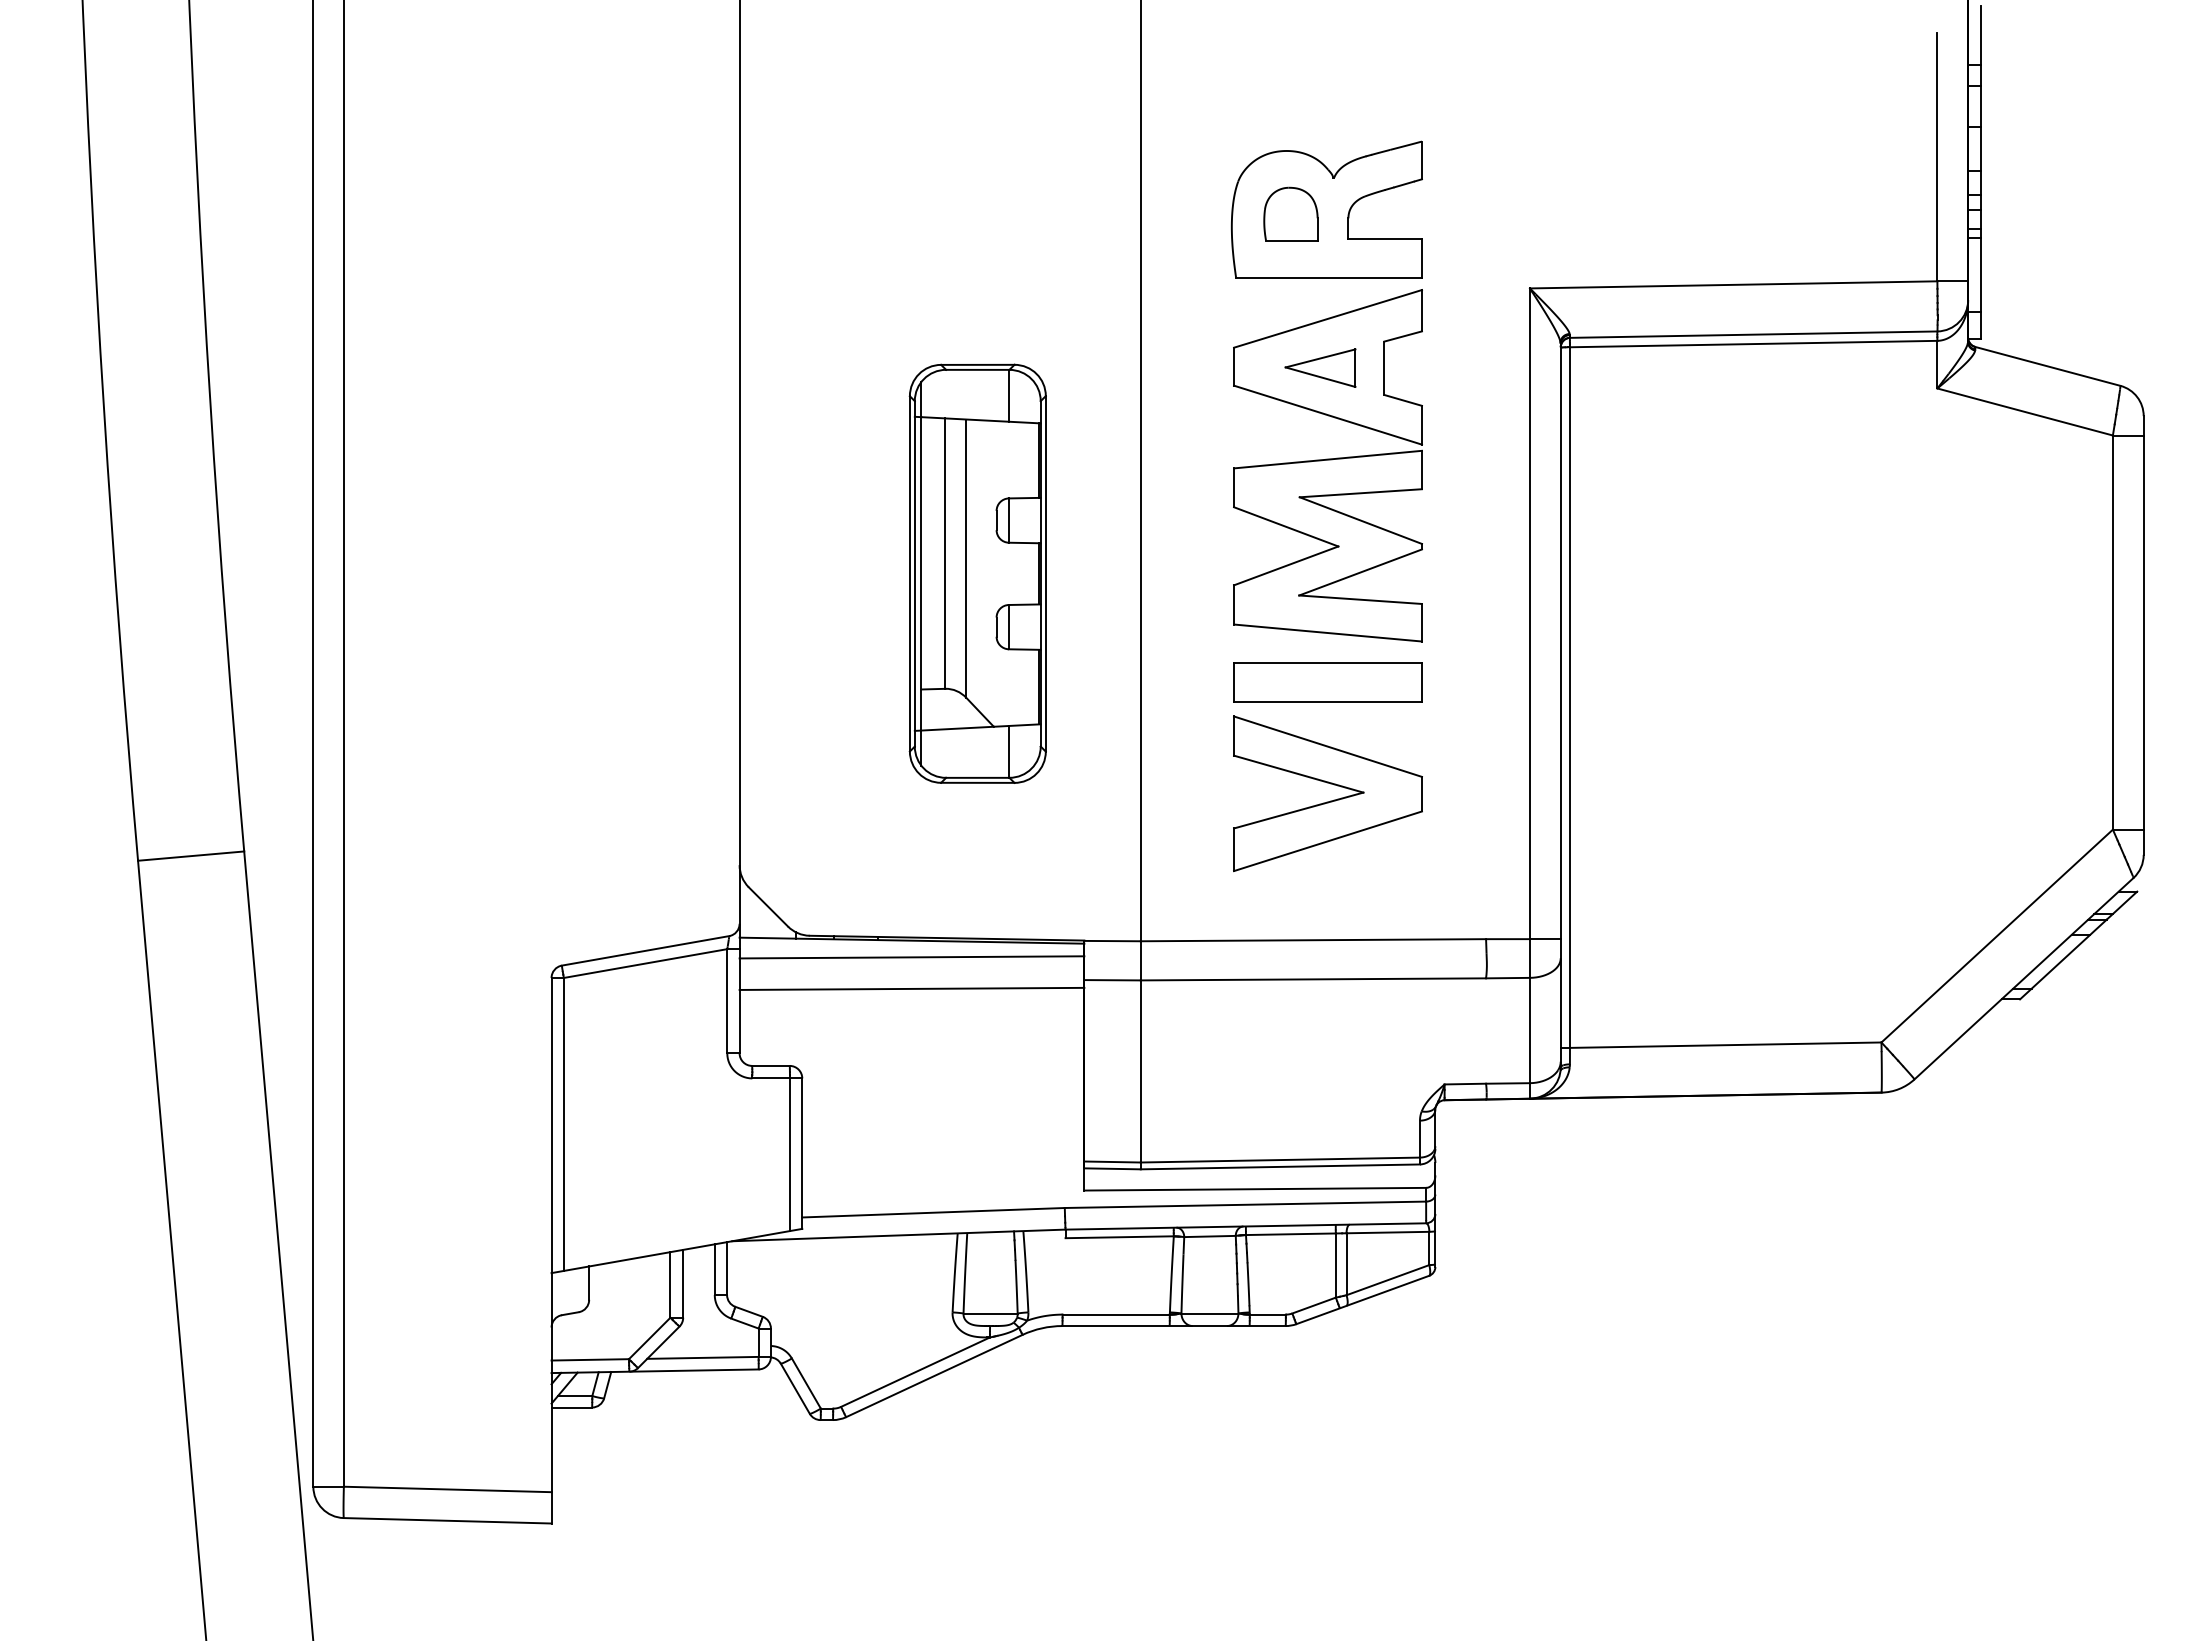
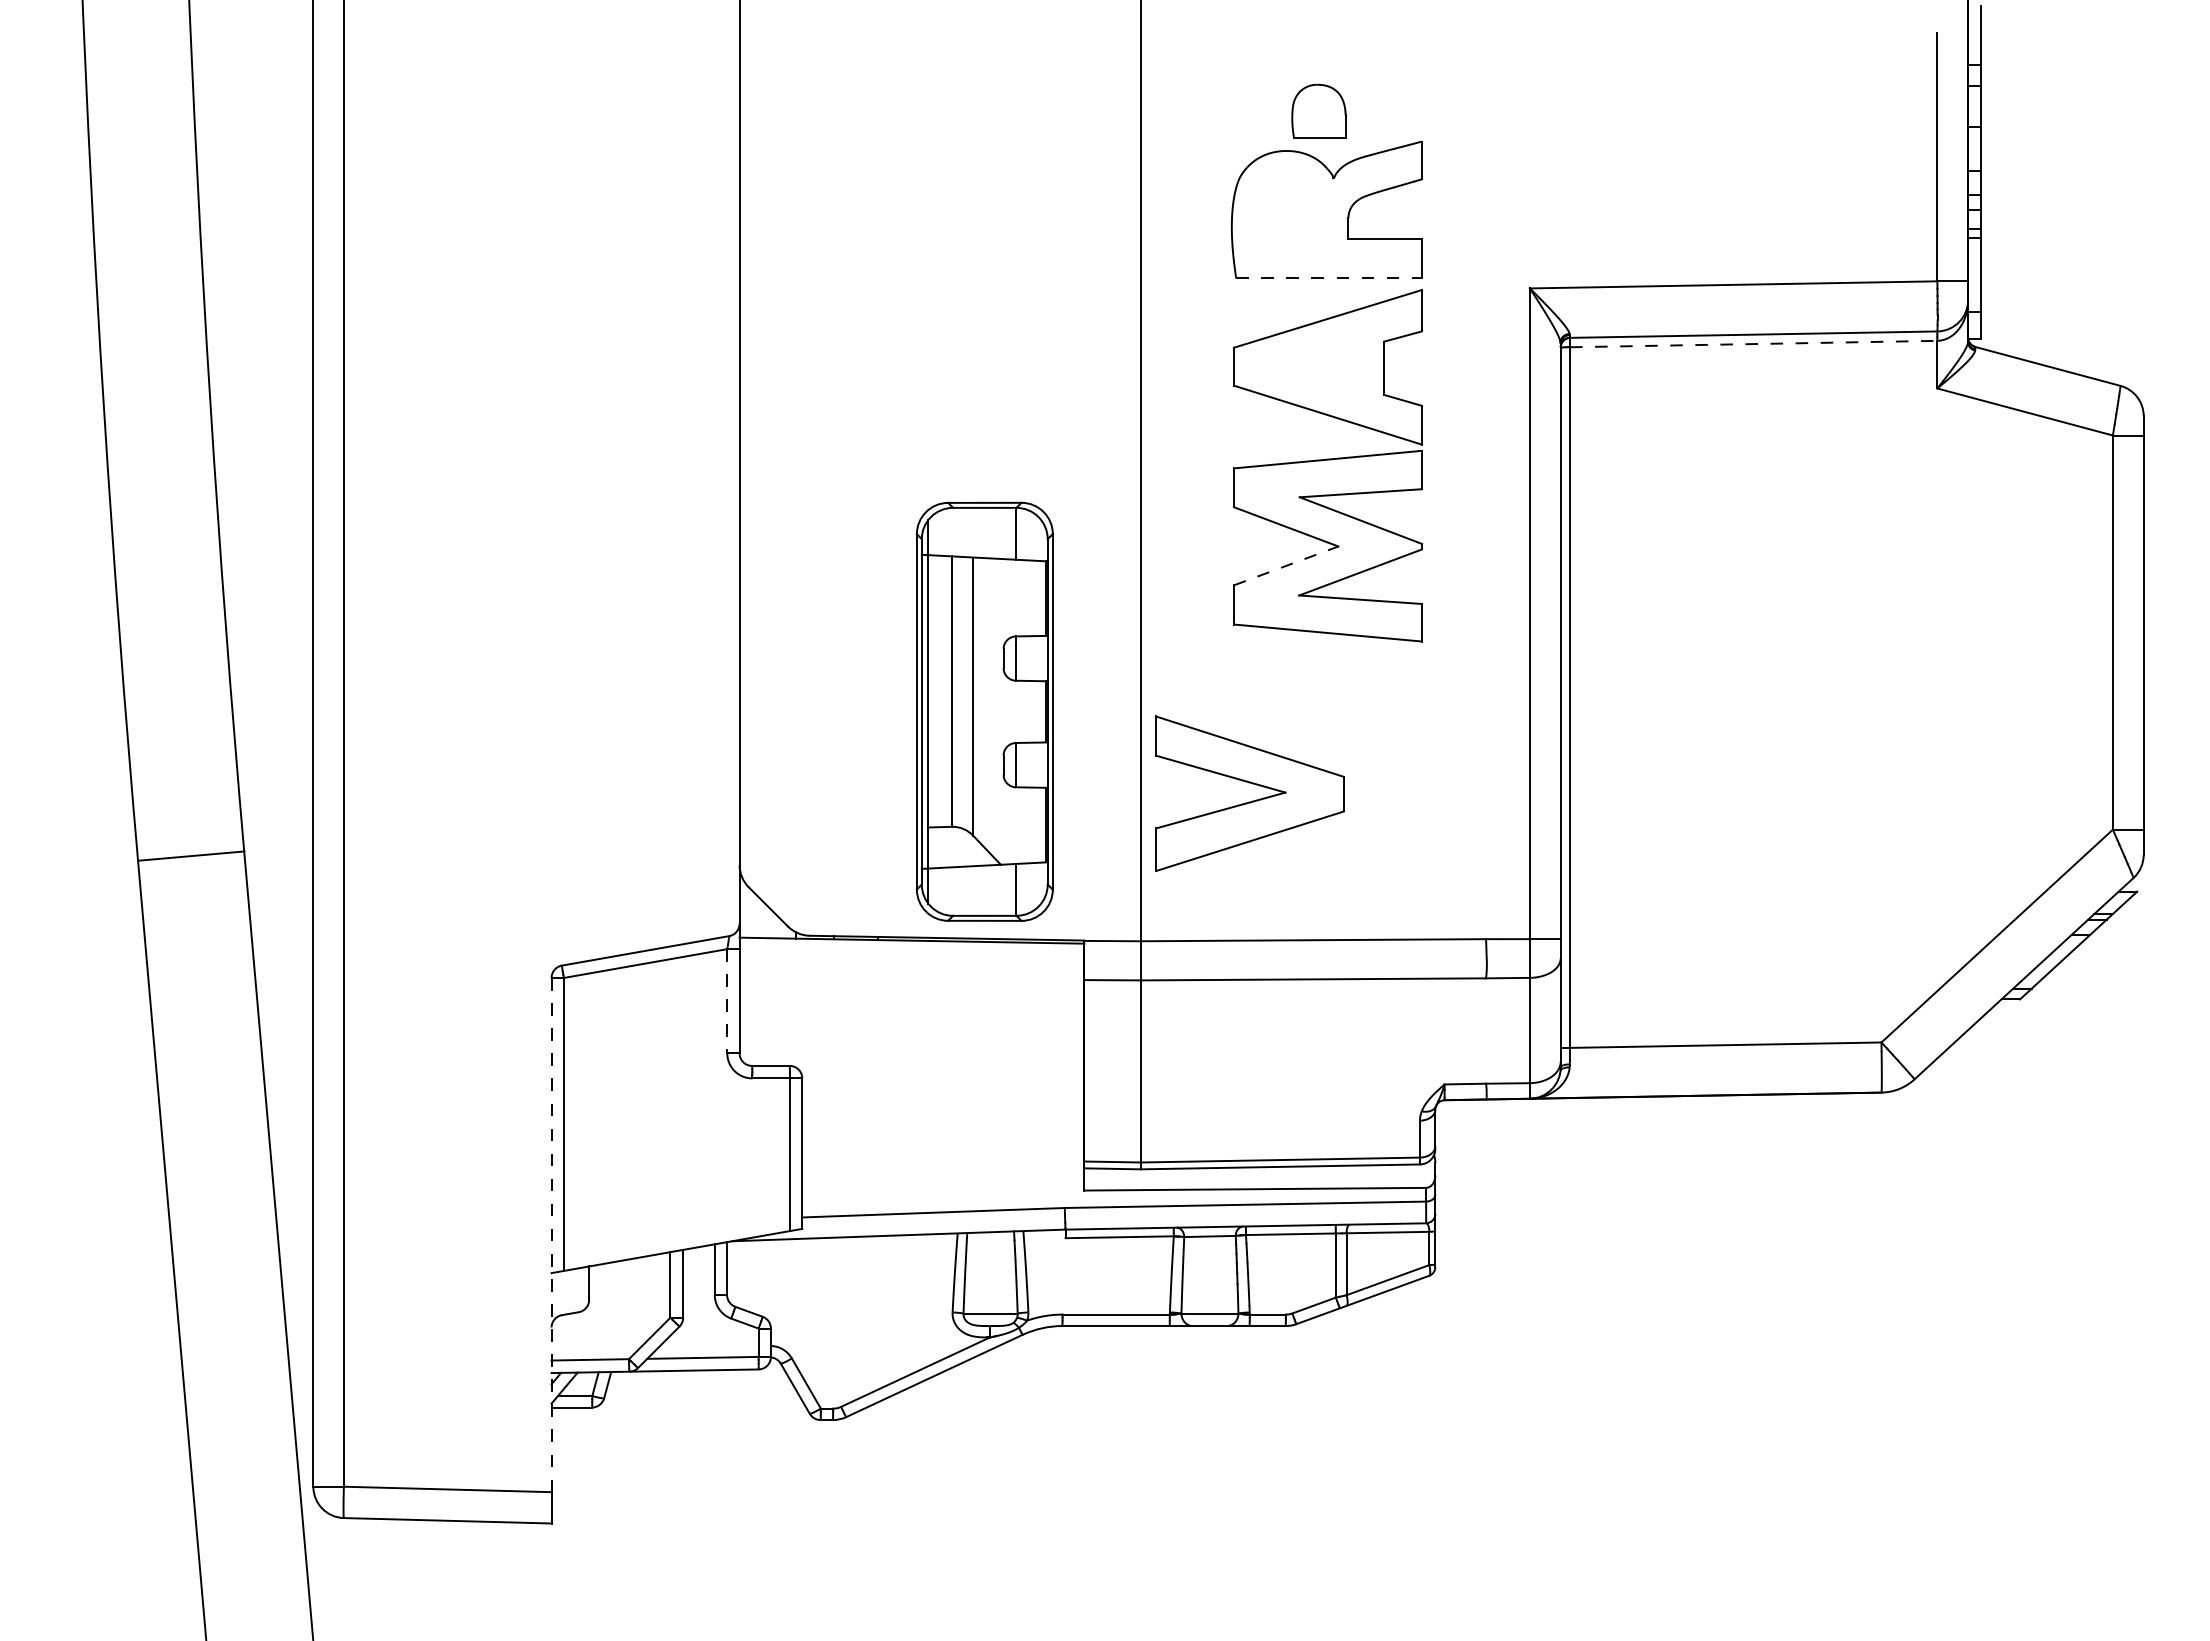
part at (1290, 213) position: (1290, 213) -> (1318, 110)
line at (1329, 278): solid -> dashed
line at (1753, 344): solid -> dashed
part at (1320, 367): present -> none
line at (1286, 565): solid -> dashed
part at (977, 573) position: (977, 573) -> (984, 711)
part at (1327, 682): present -> none
part at (1330, 800) position: (1330, 800) -> (1252, 800)
line at (911, 957): present -> none
line at (911, 988): present -> none
line at (727, 1001): solid -> dashed
line at (551, 1234): solid -> dashed
